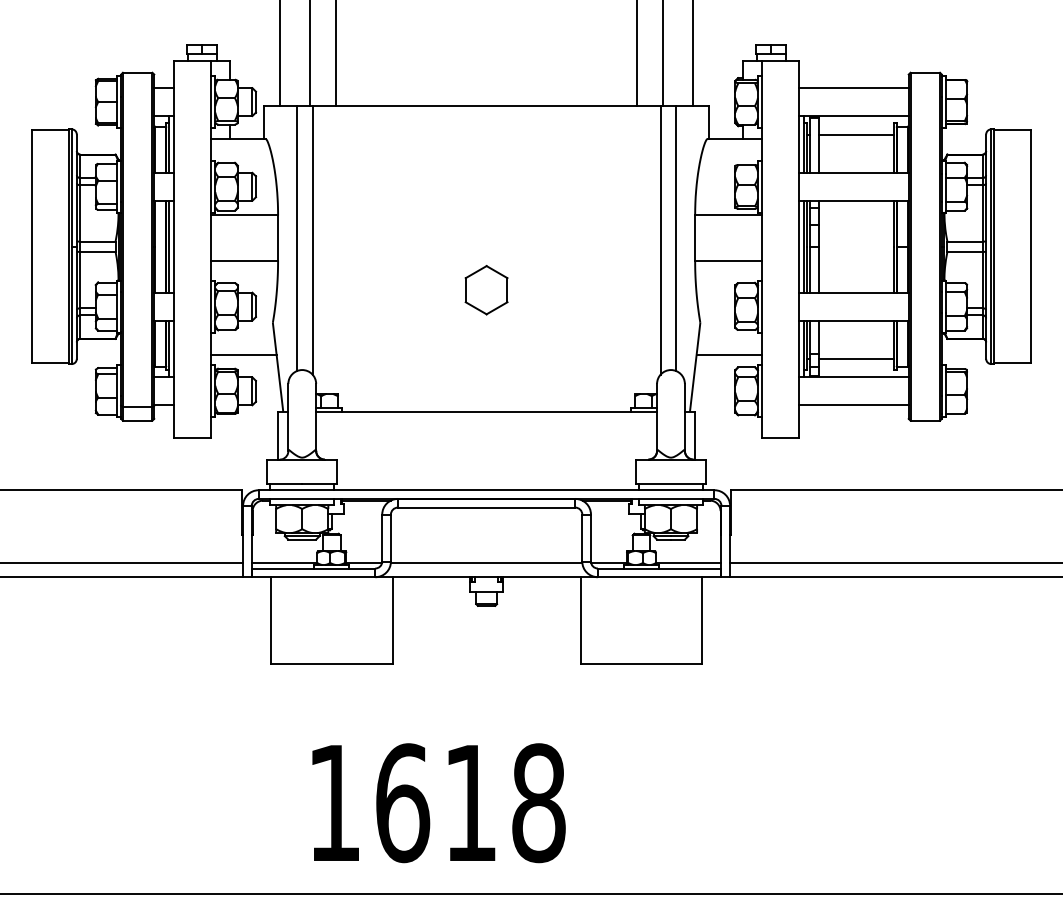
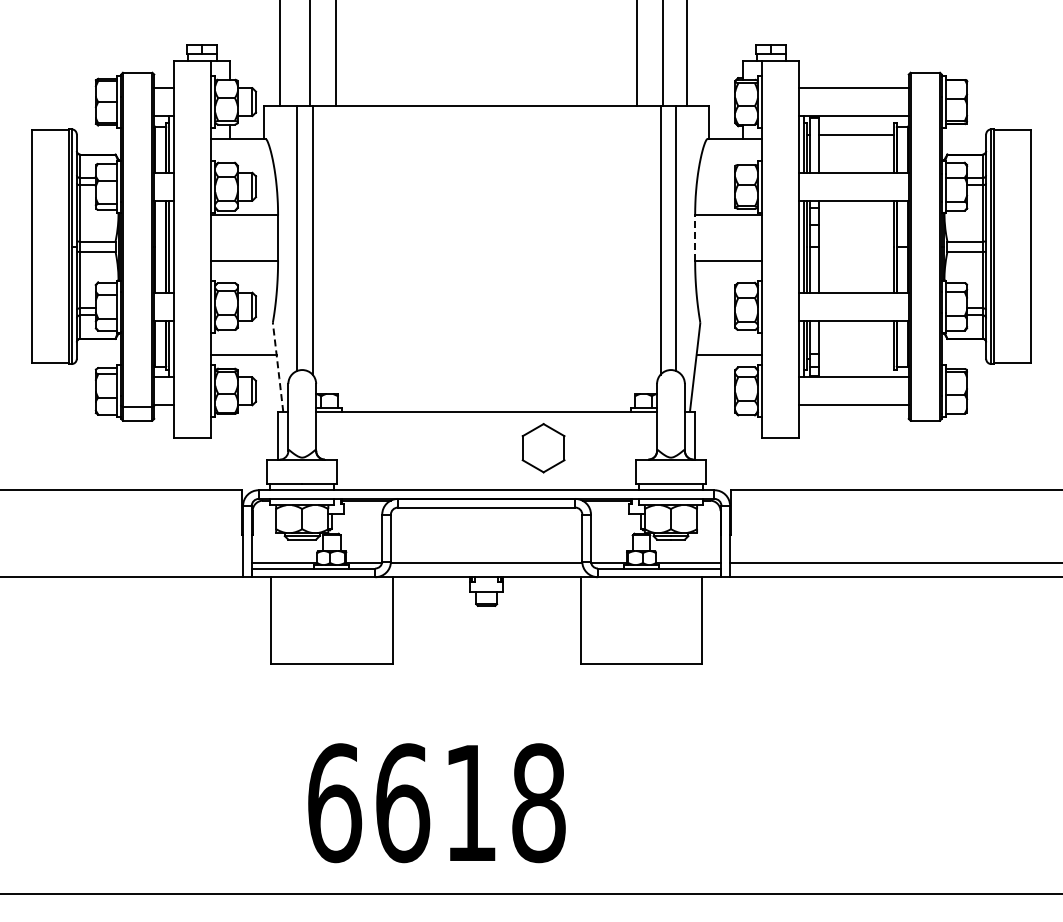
line at (693, 53) position: (693, 53) -> (687, 53)
line at (695, 238): solid -> dashed
part at (486, 290) position: (486, 290) -> (543, 448)
line at (856, 358): present -> none
line at (278, 366): solid -> dashed
line at (122, 563): present -> none
text at (335, 803): 1618 -> 6618
